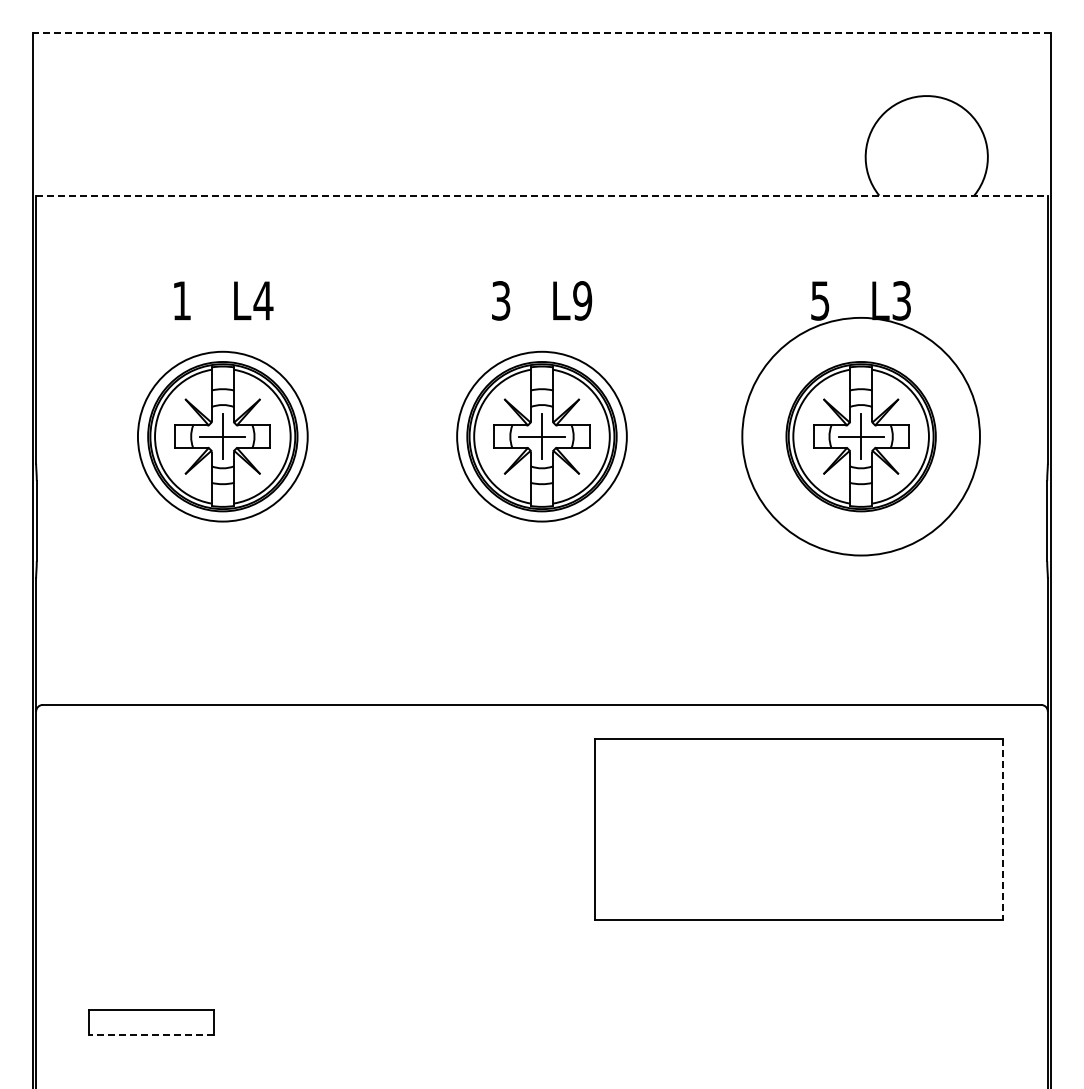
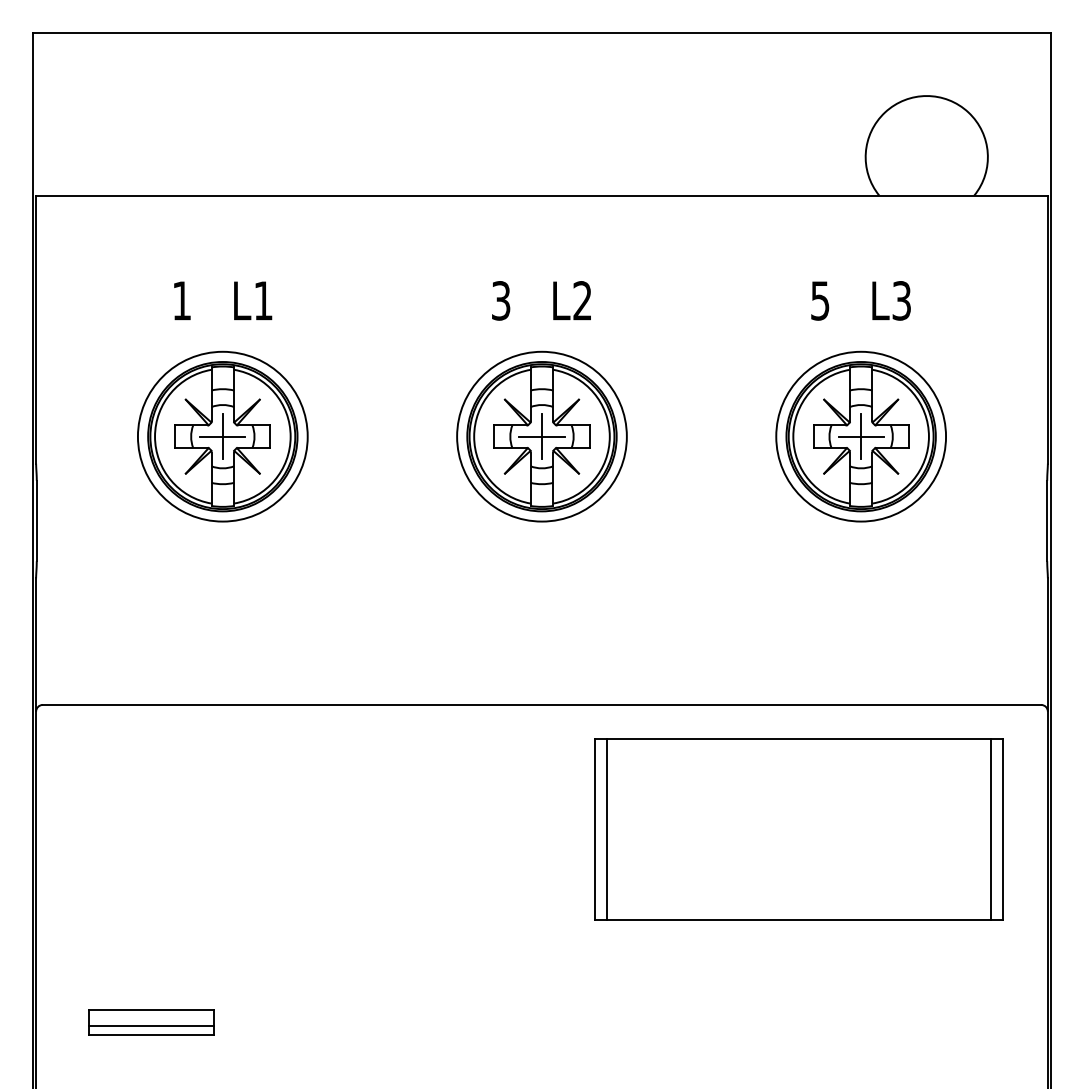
line at (541, 32): dashed -> solid
line at (542, 195): dashed -> solid
text at (263, 300): L4 -> L1
text at (582, 300): L9 -> L2
circle at (860, 436) diameter: 238 px -> 170 px
line at (606, 829): none -> present
line at (991, 829): none -> present
line at (1002, 829): dashed -> solid
line at (151, 1026): none -> present
line at (151, 1035): dashed -> solid
